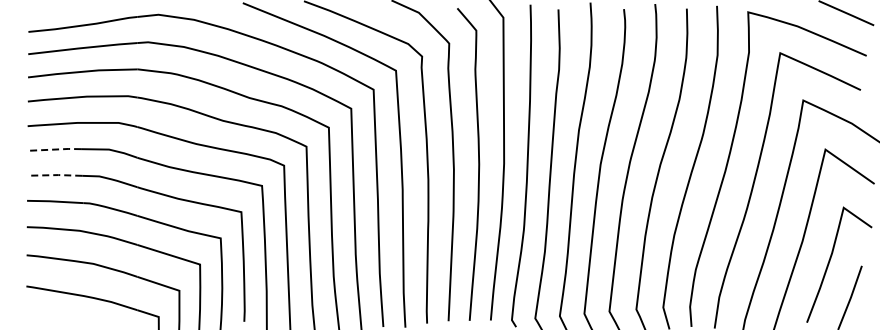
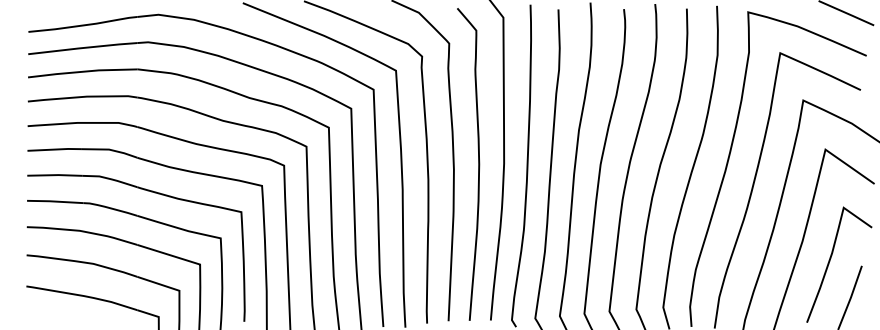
line at (55, 149): dashed -> solid
line at (54, 175): dashed -> solid
